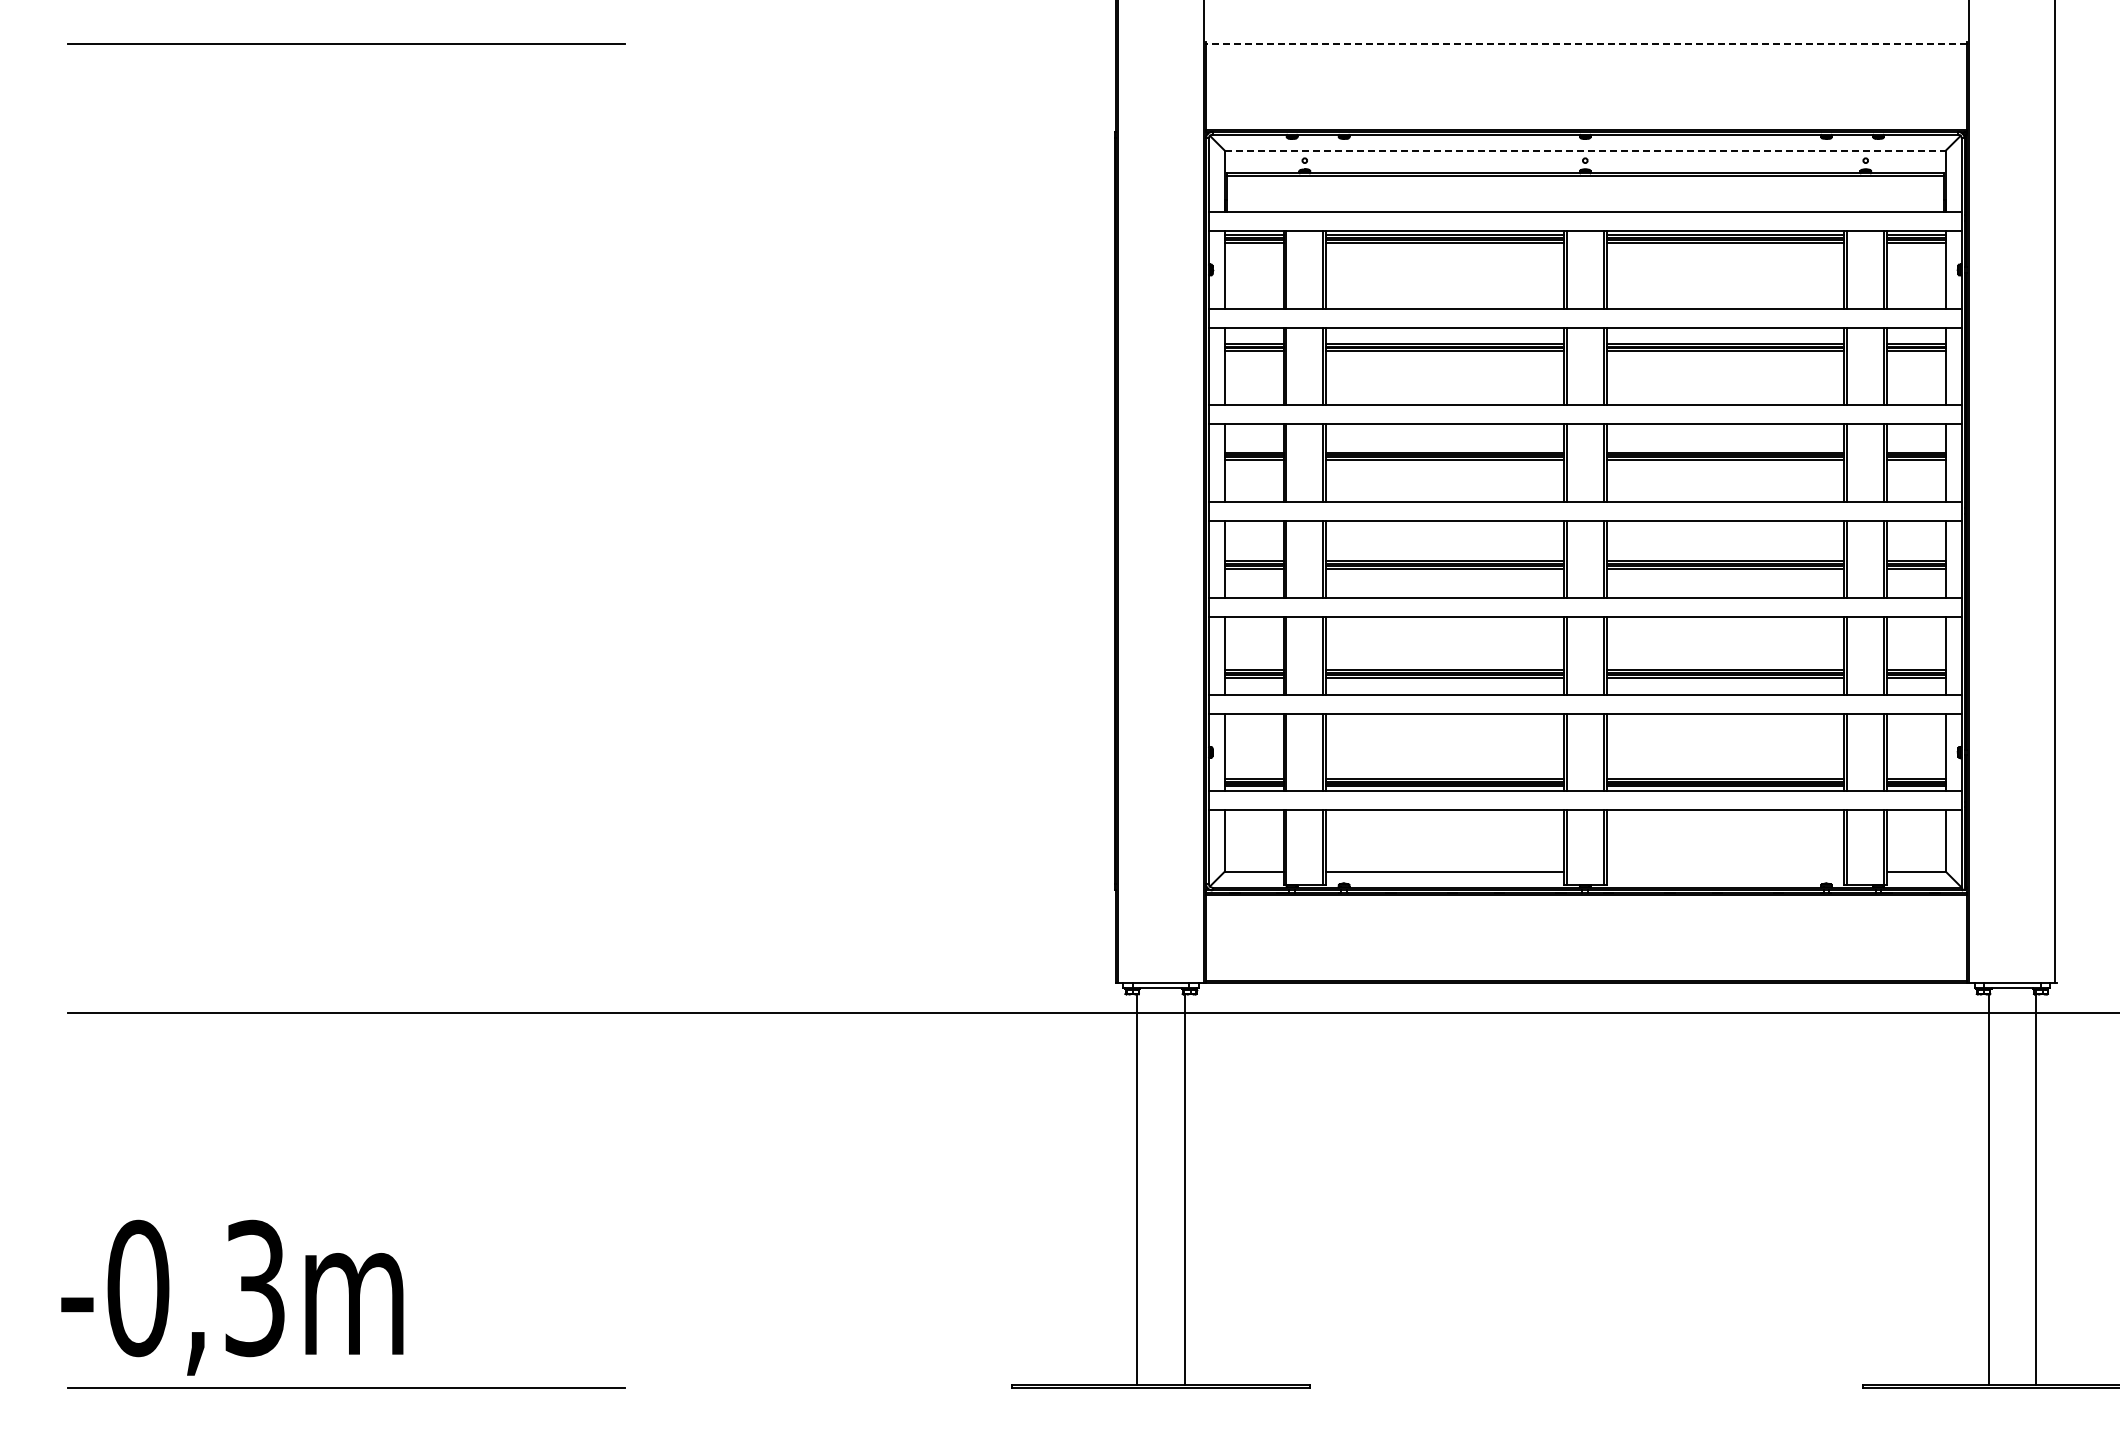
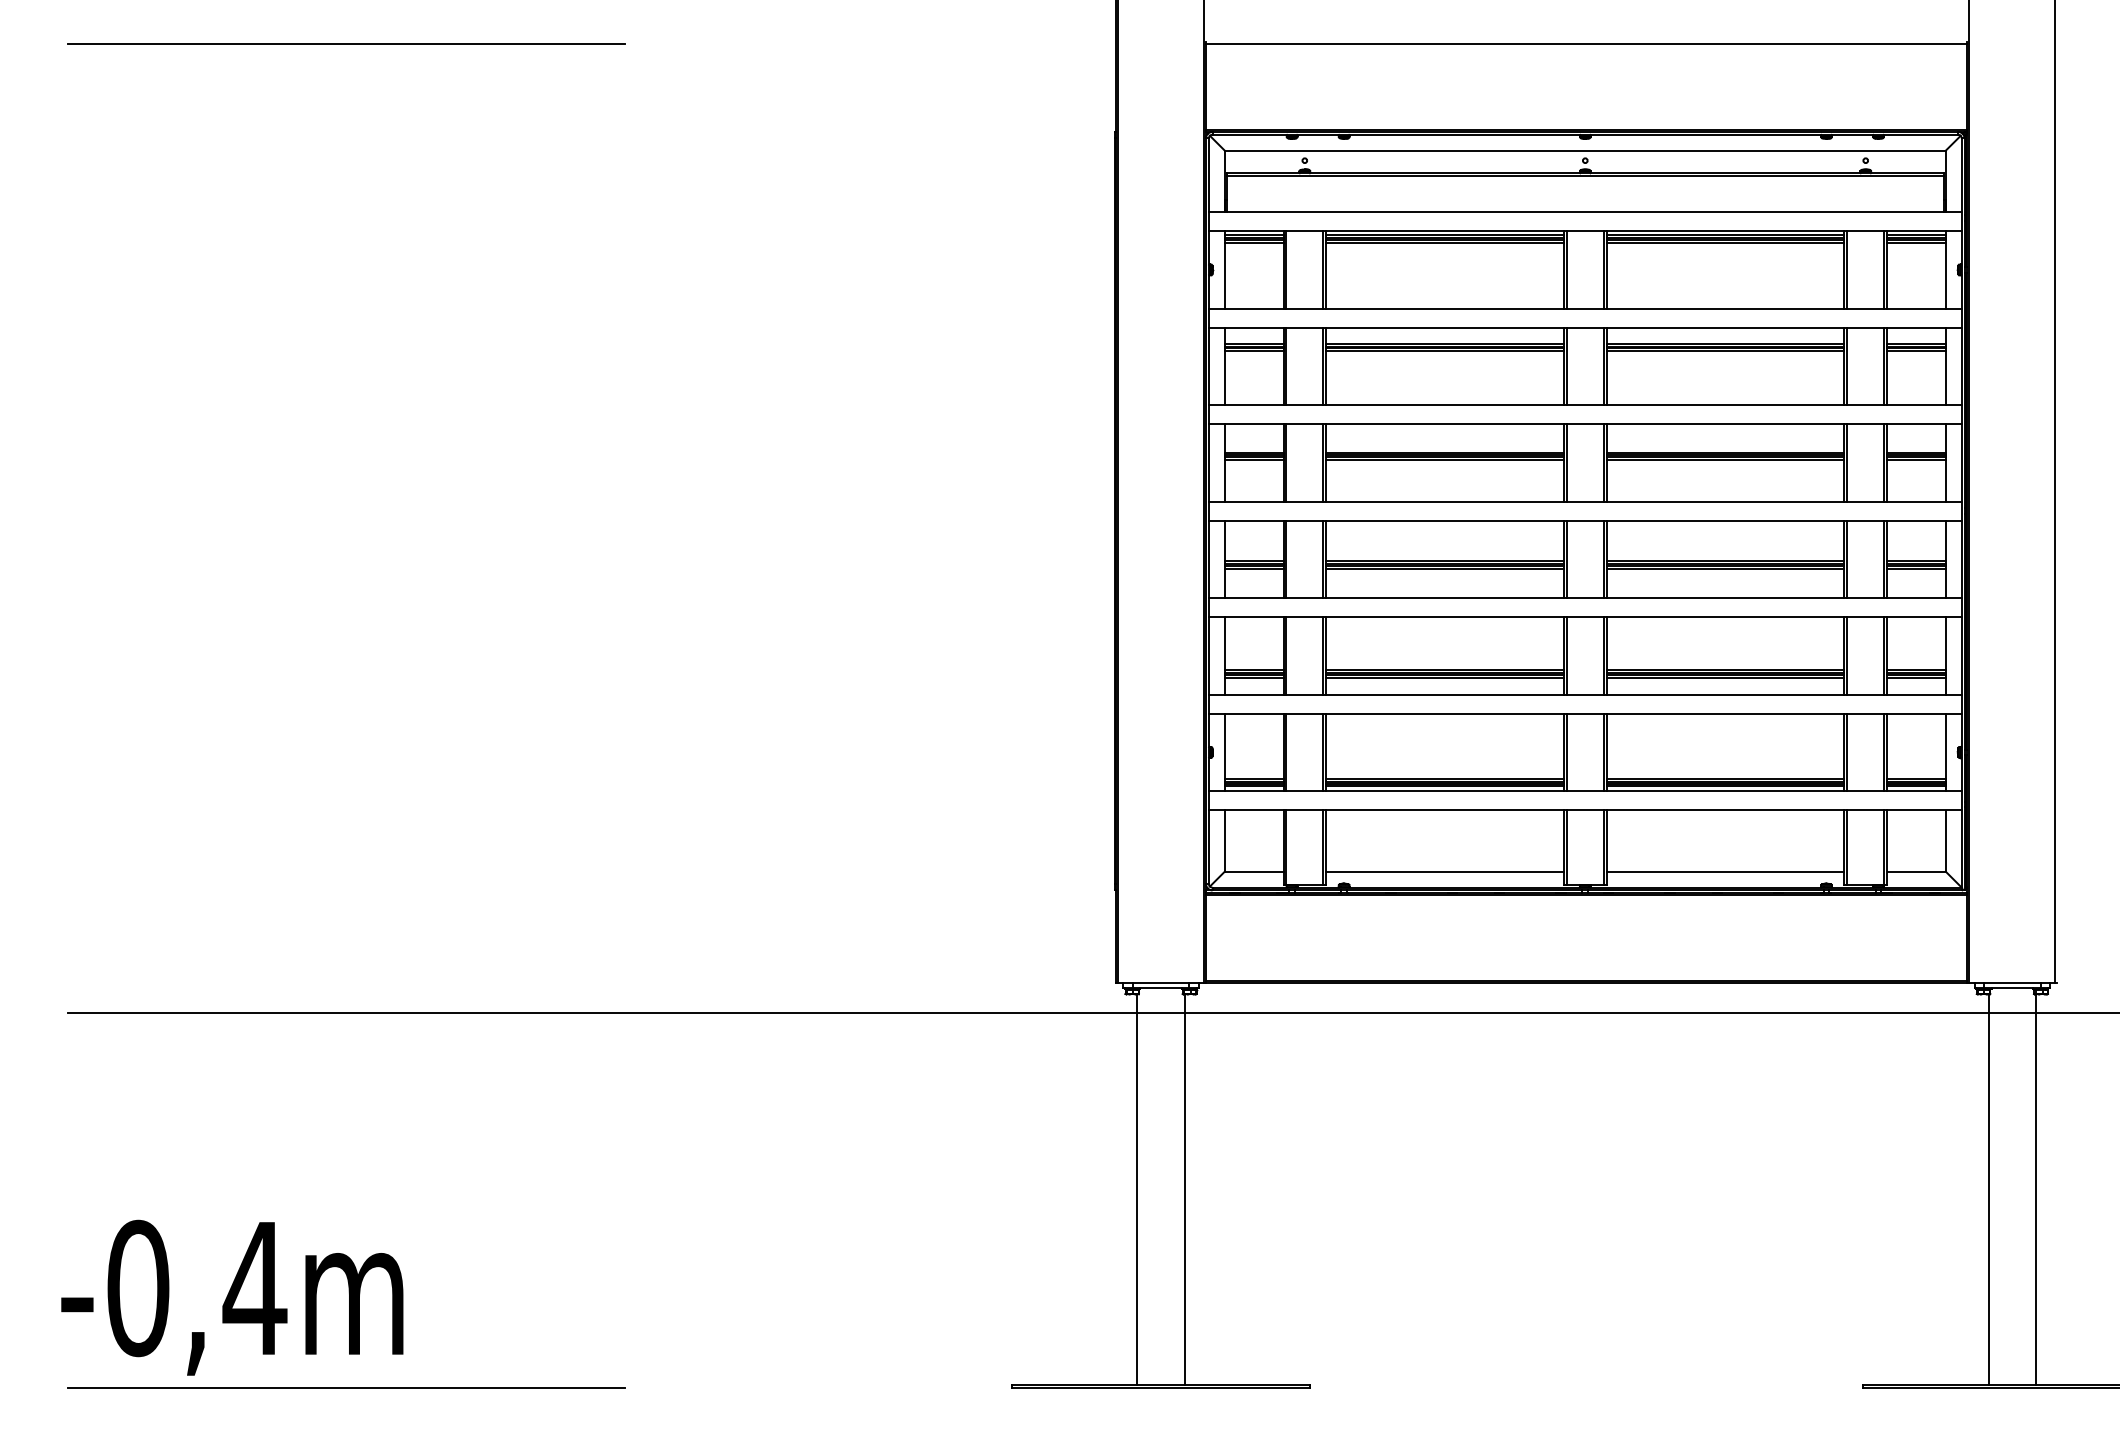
line at (1586, 43): dashed -> solid
line at (1585, 150): dashed -> solid
line at (1725, 871): none -> present
text at (254, 1288): -0,3m -> -0,4m
